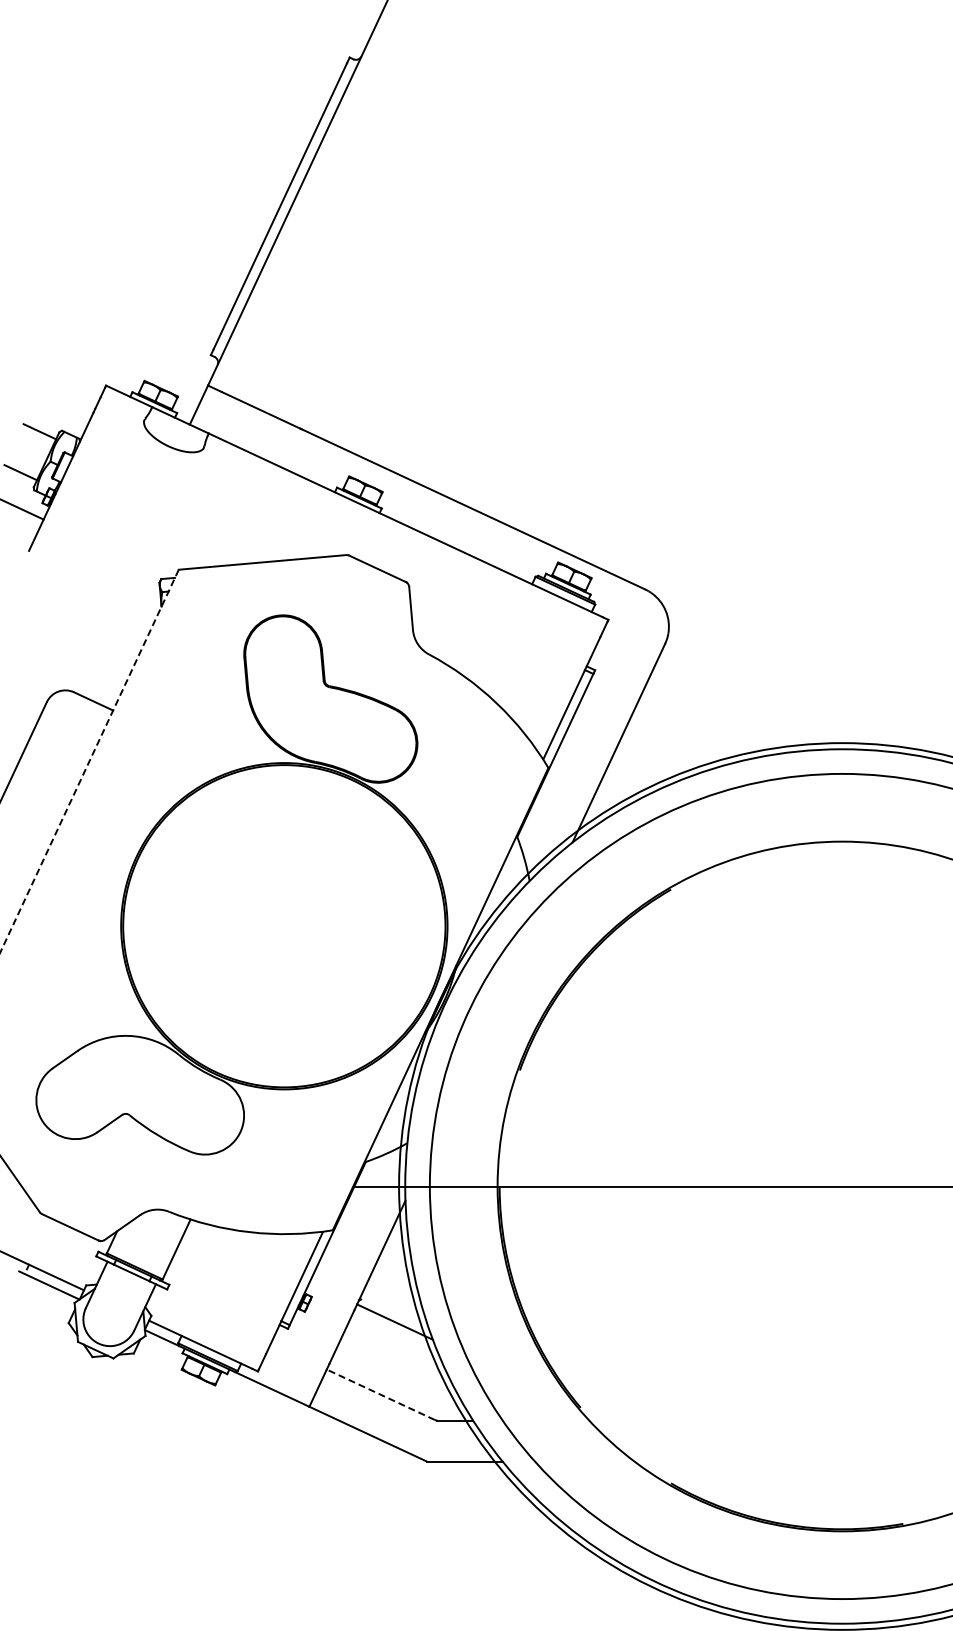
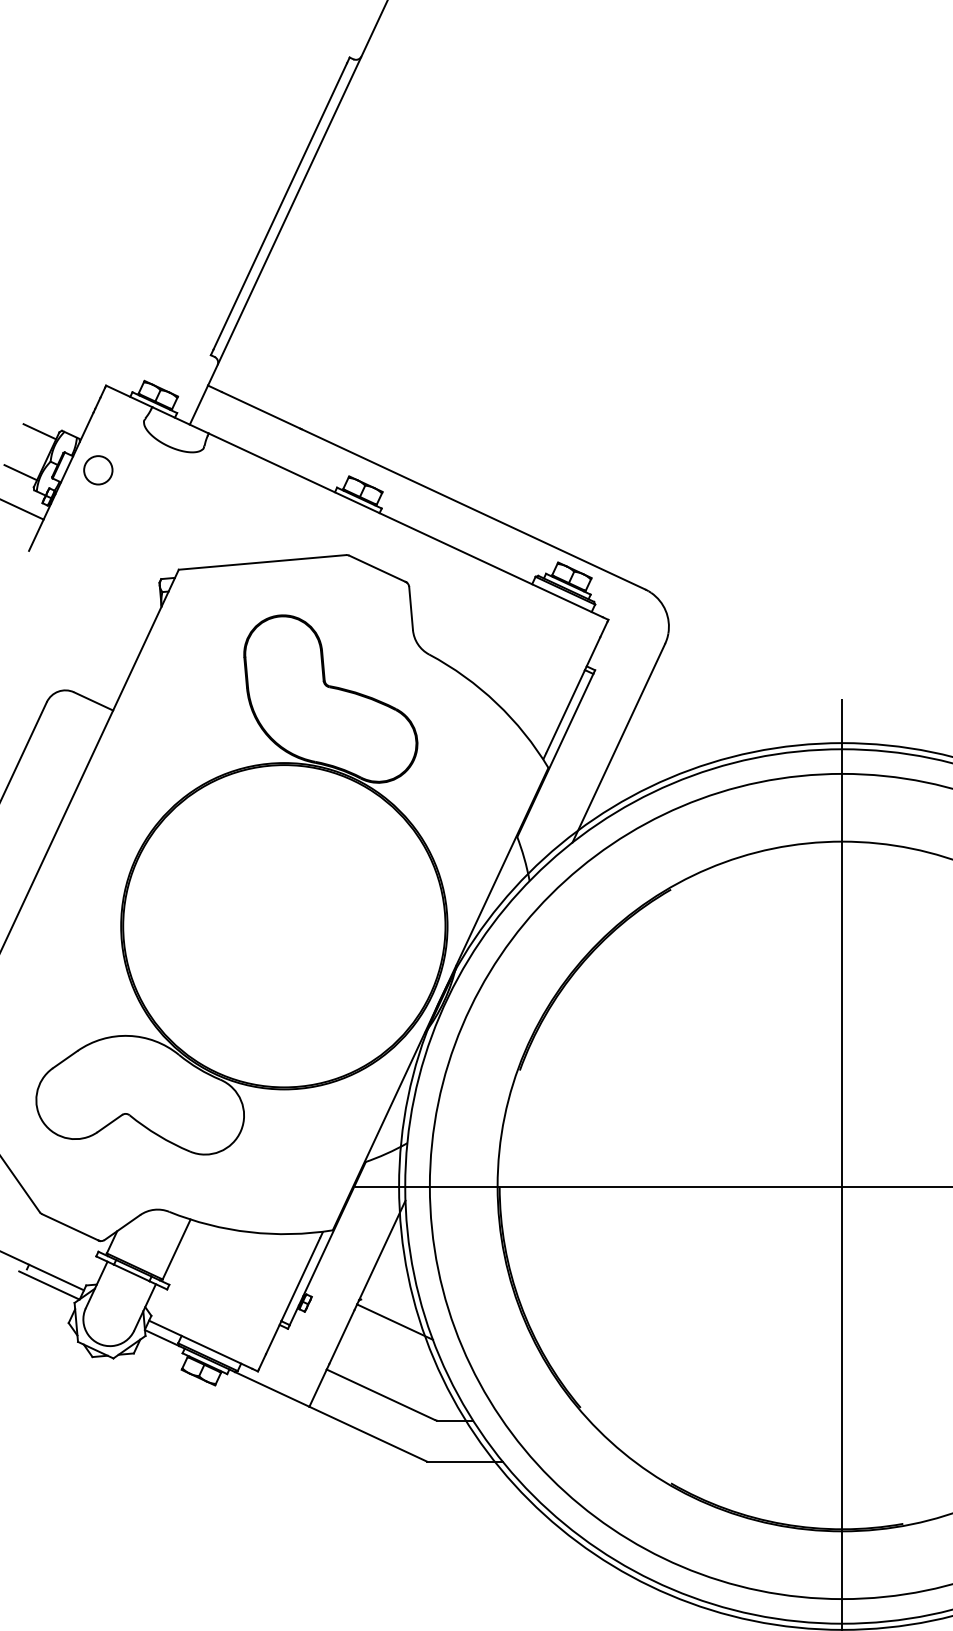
circle at (98, 470): none -> present
line at (89, 761): dashed -> solid
line at (842, 1162): none -> present
line at (380, 1394): dashed -> solid
